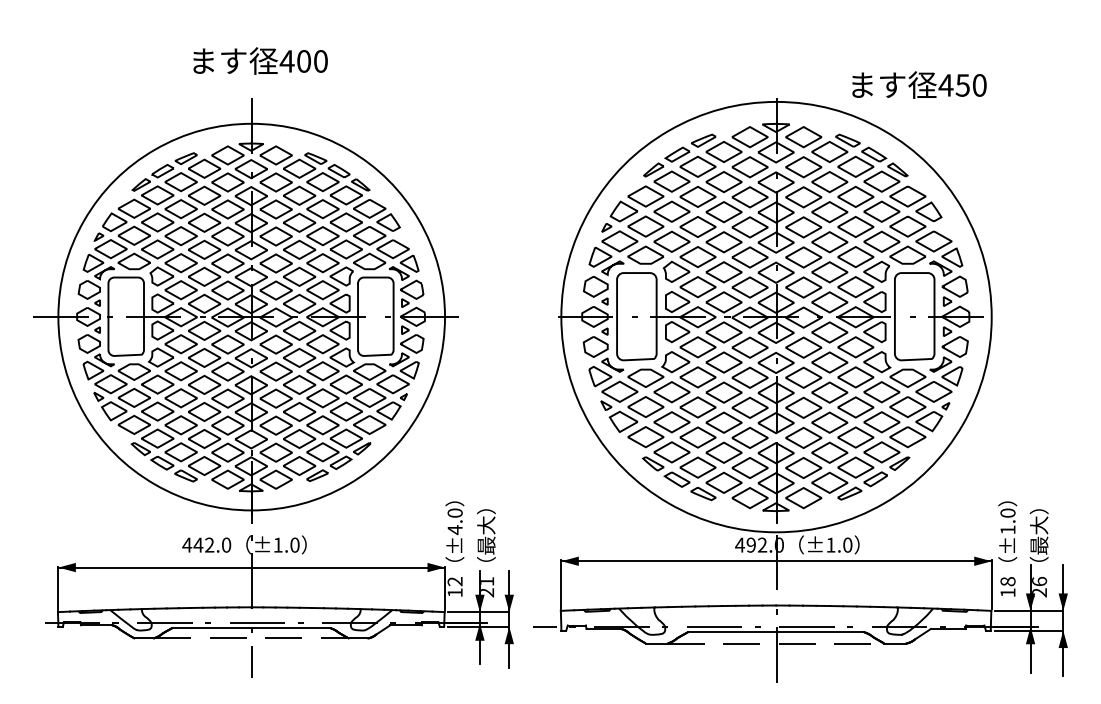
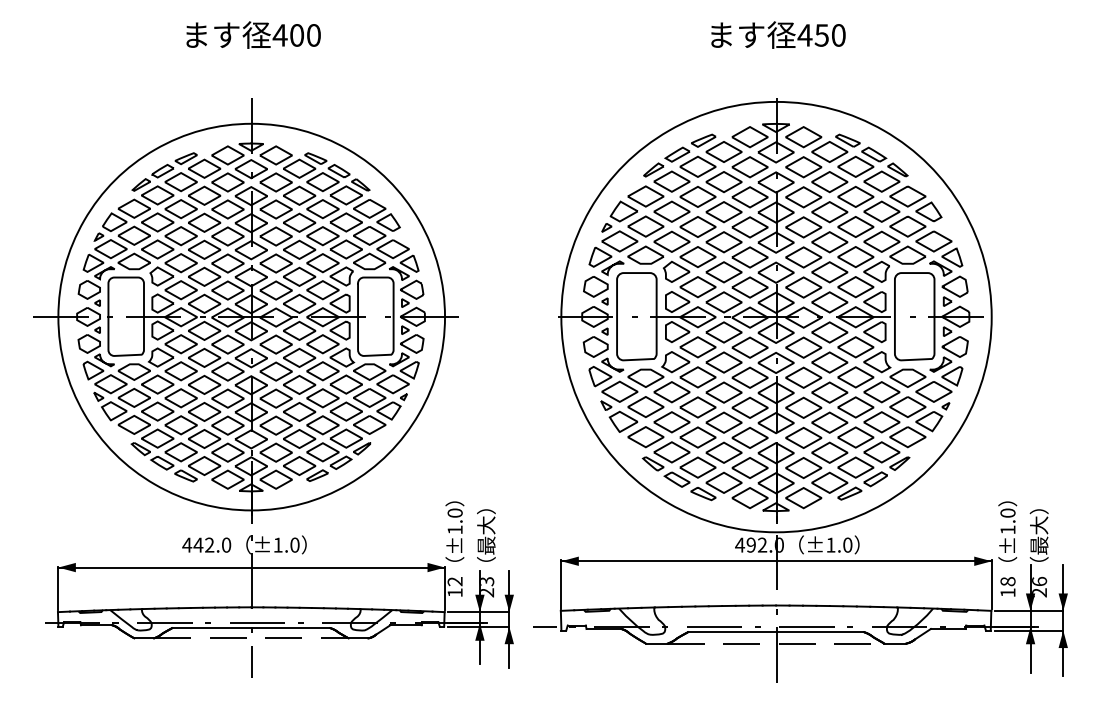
text at (260, 60) position: (260, 60) -> (253, 34)
text at (919, 84) position: (919, 84) -> (778, 34)
text at (454, 530): ±4.0 -> ±1.0
text at (487, 581): 21 -> 23
